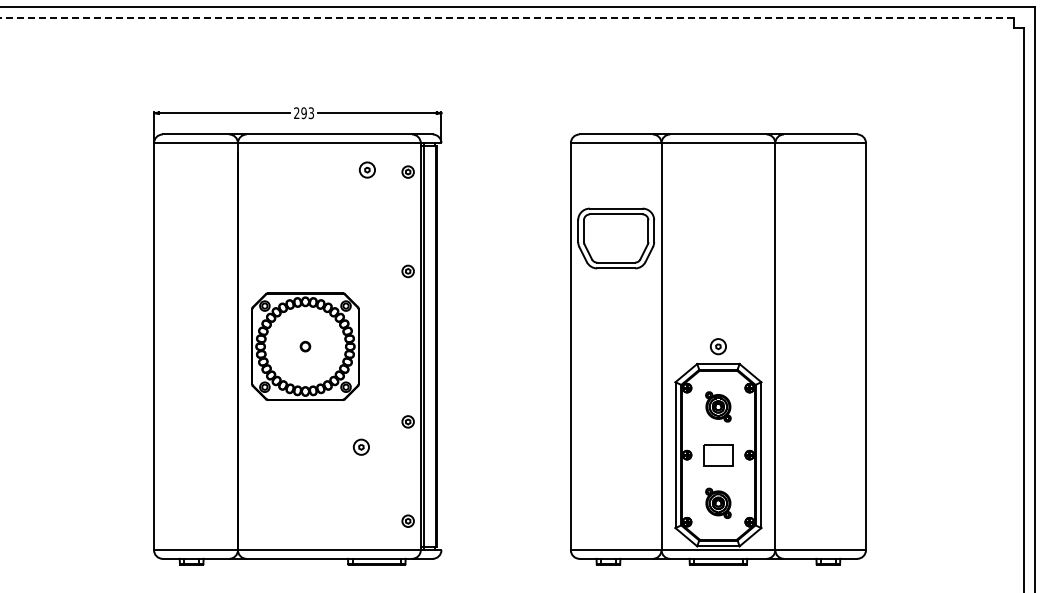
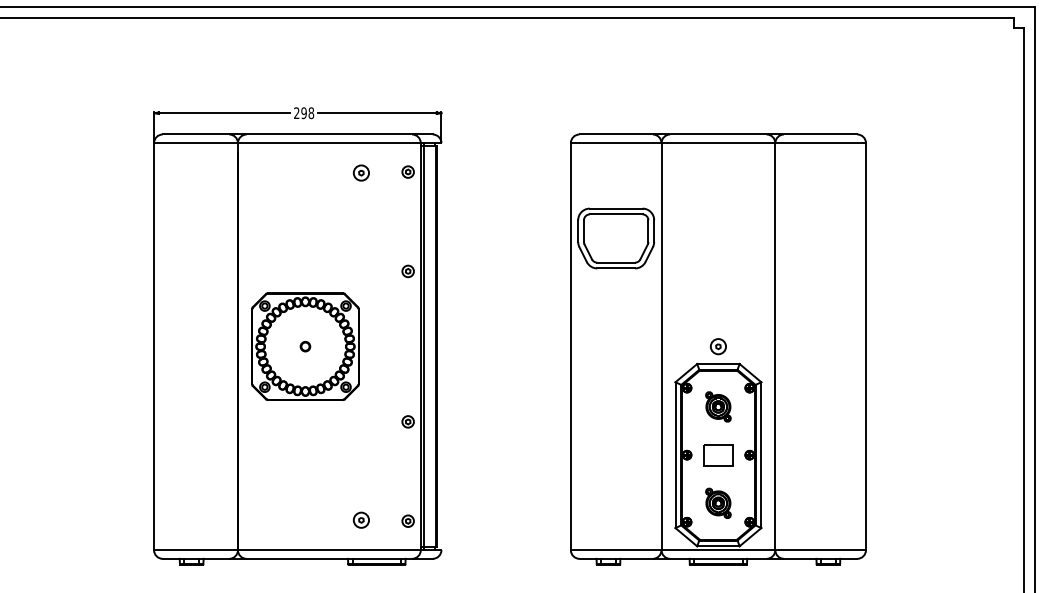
line at (506, 17): dashed -> solid
text at (311, 113): 293 -> 298
part at (366, 169) position: (366, 169) -> (360, 172)
part at (360, 446) position: (360, 446) -> (360, 519)
